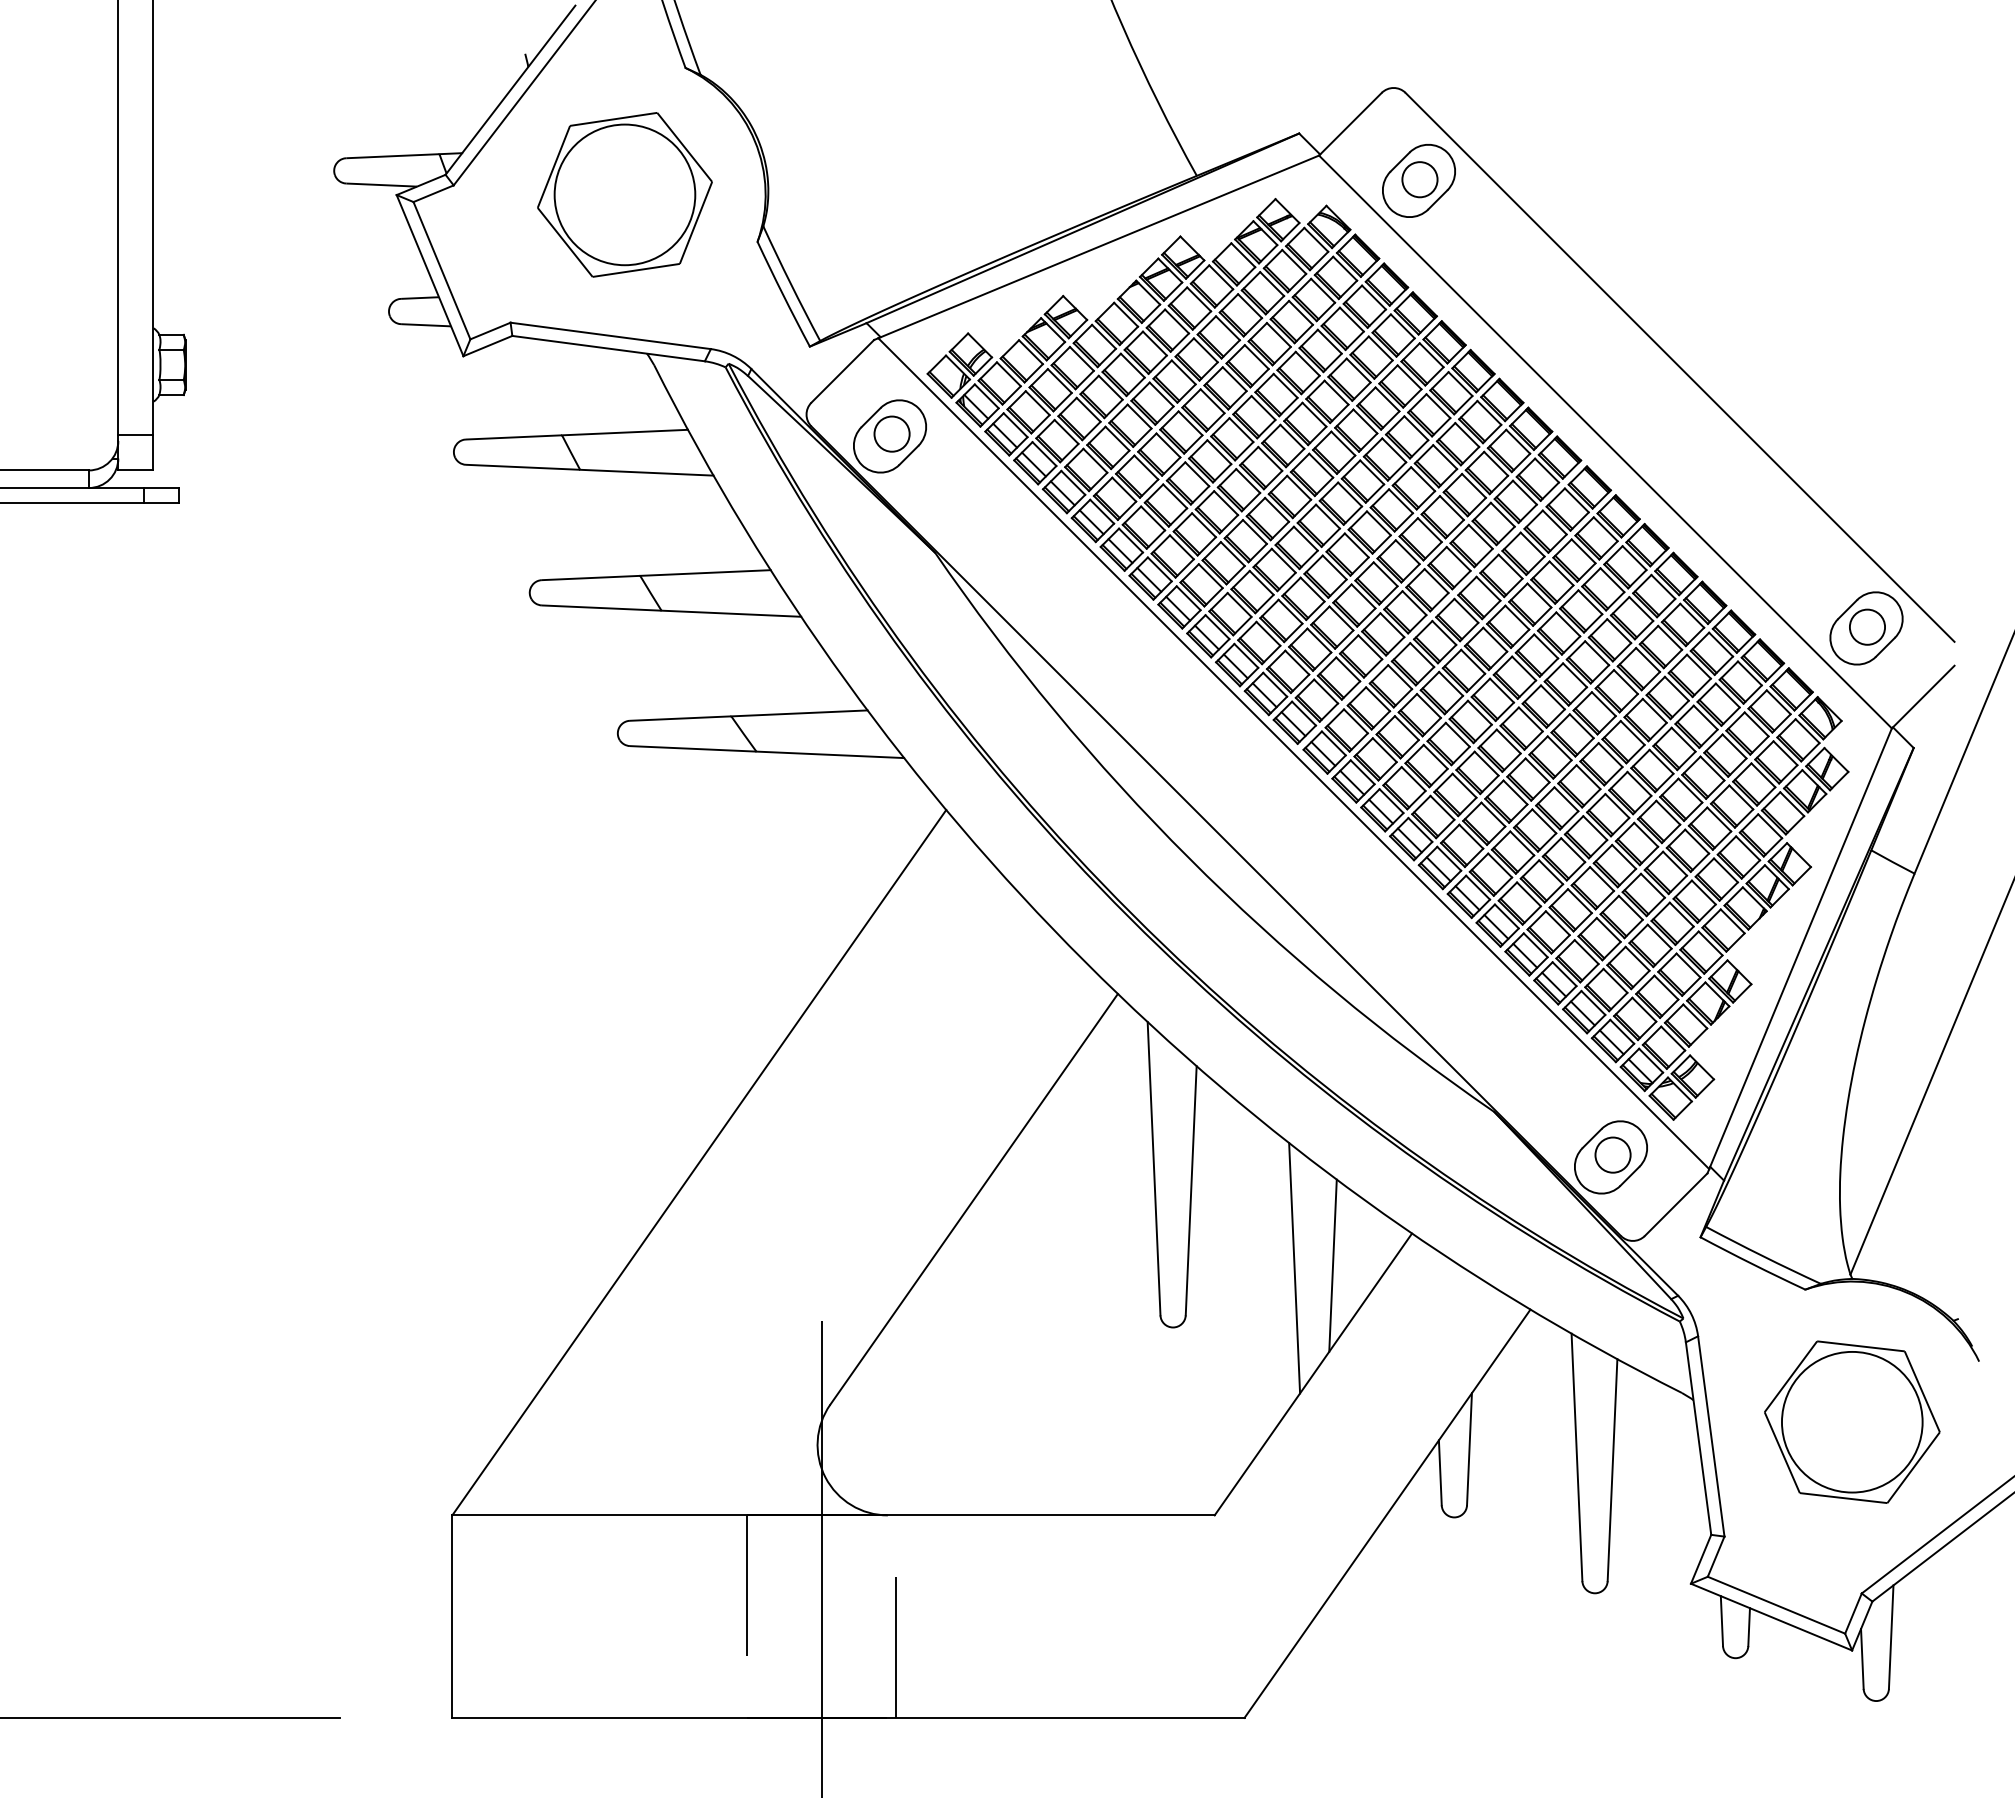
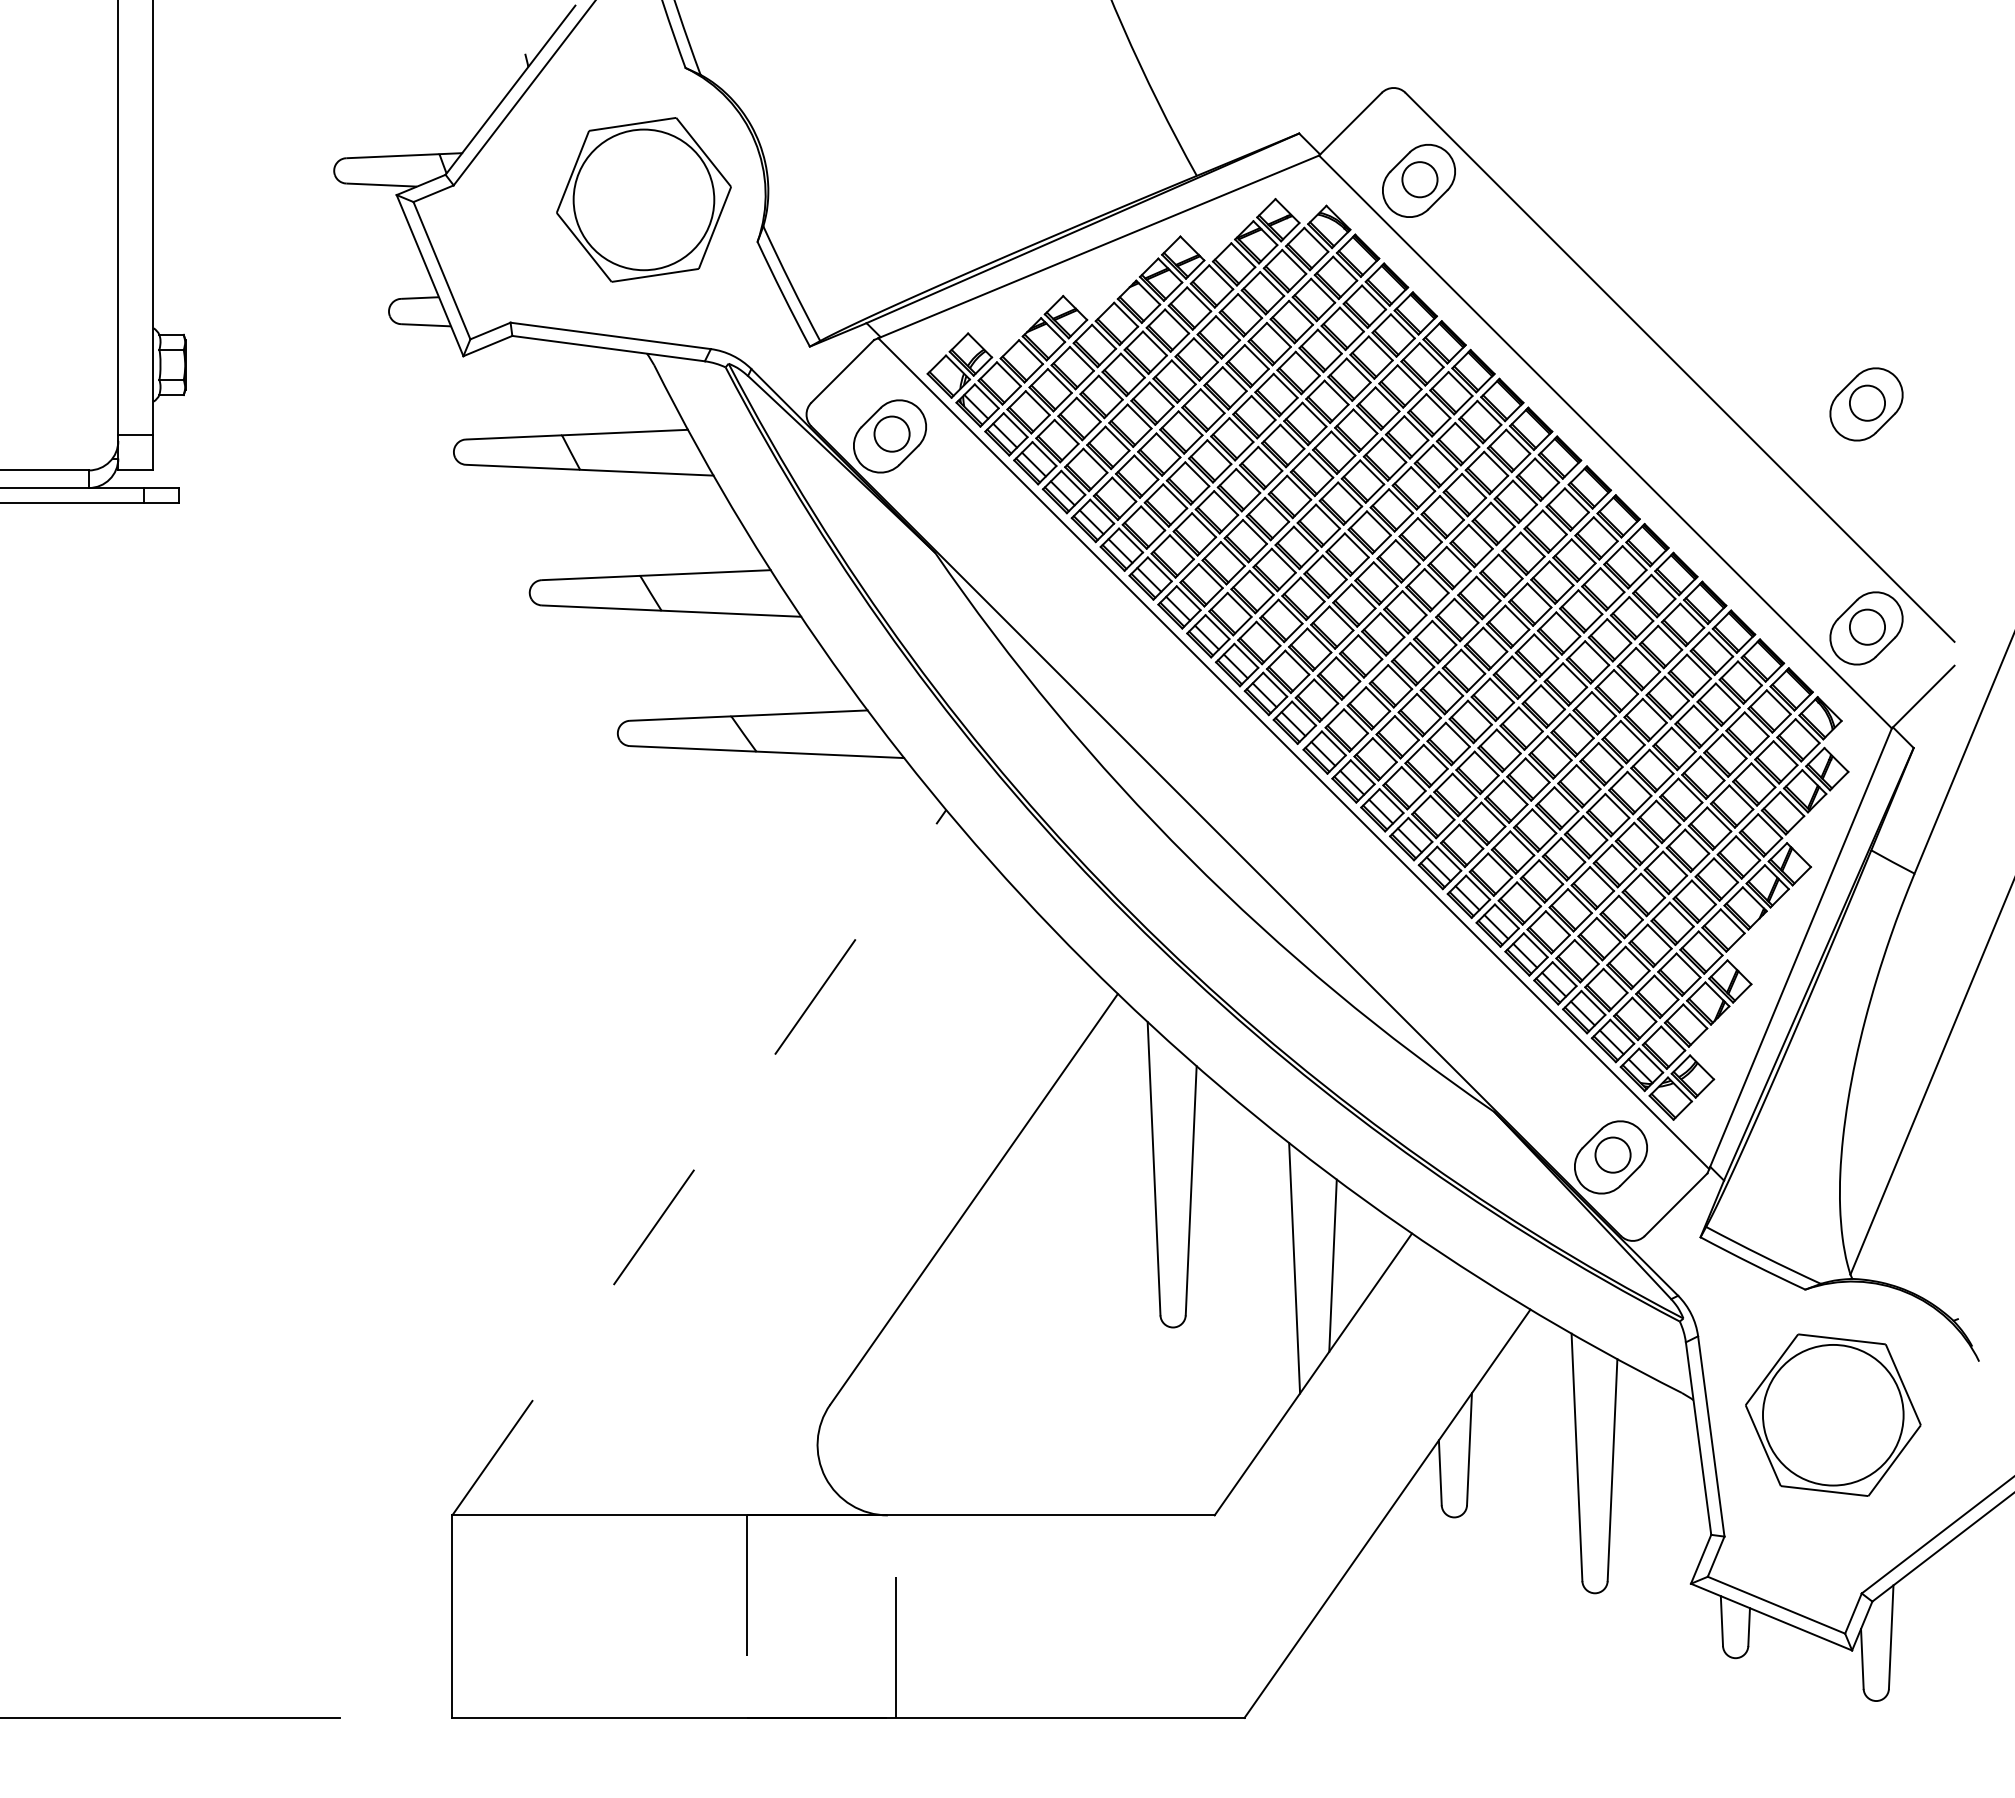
part at (624, 194) position: (624, 194) -> (643, 199)
part at (1866, 404): none -> present
line at (699, 1162): solid -> dashed
part at (1852, 1421) position: (1852, 1421) -> (1833, 1414)
line at (821, 1557): present -> none
